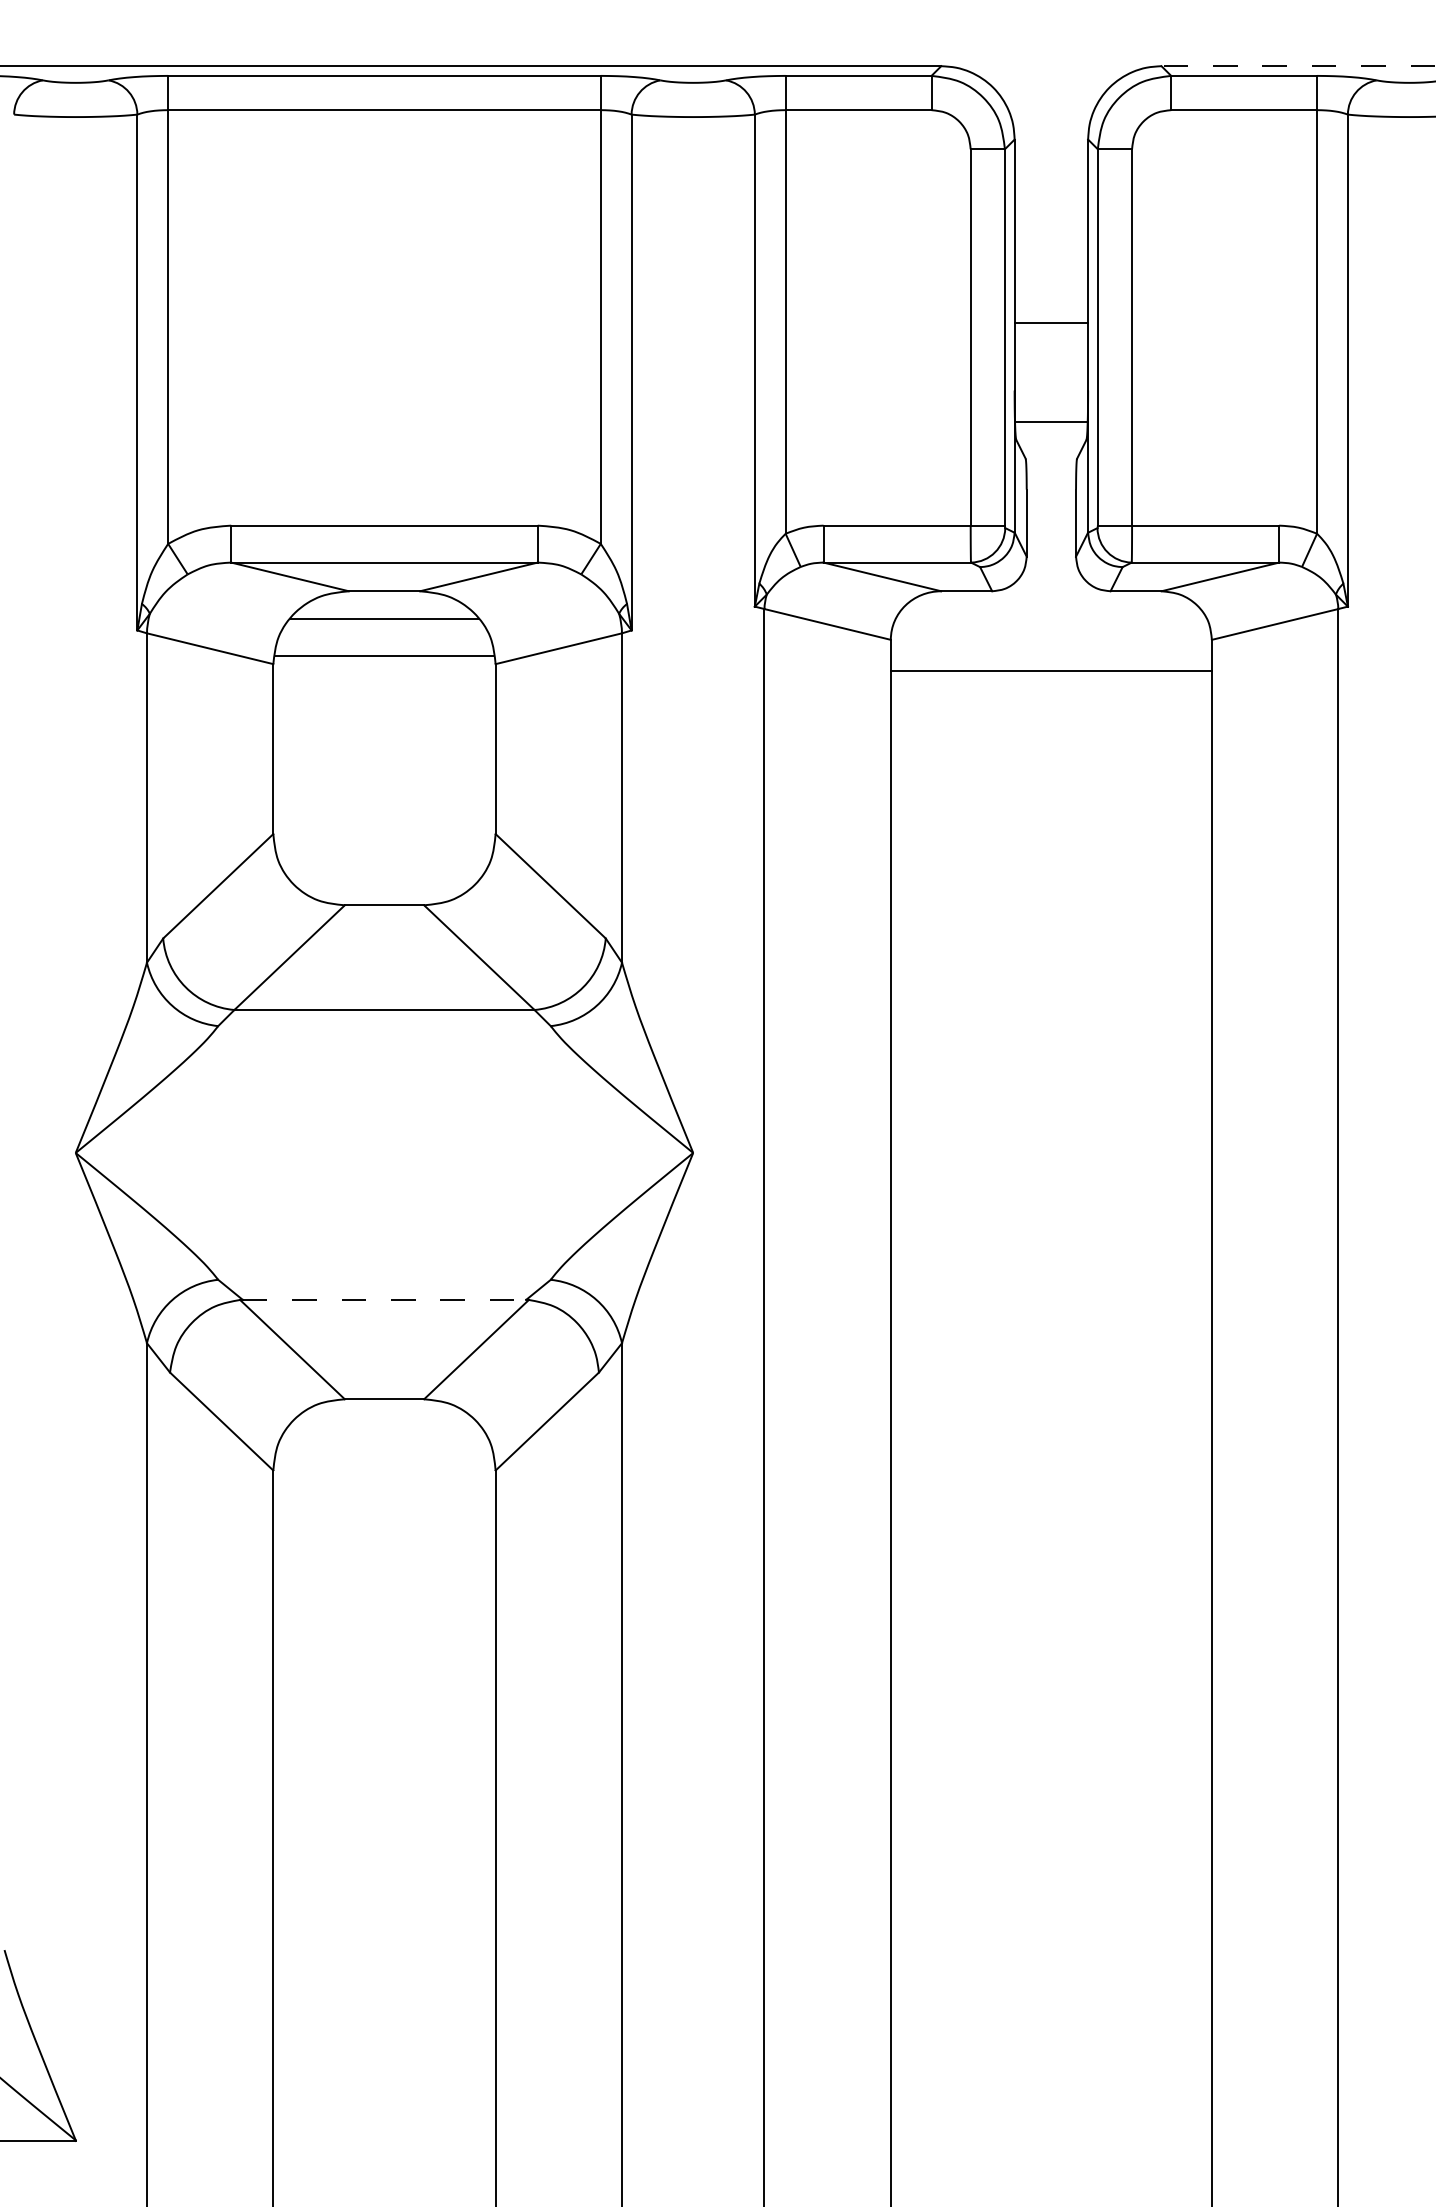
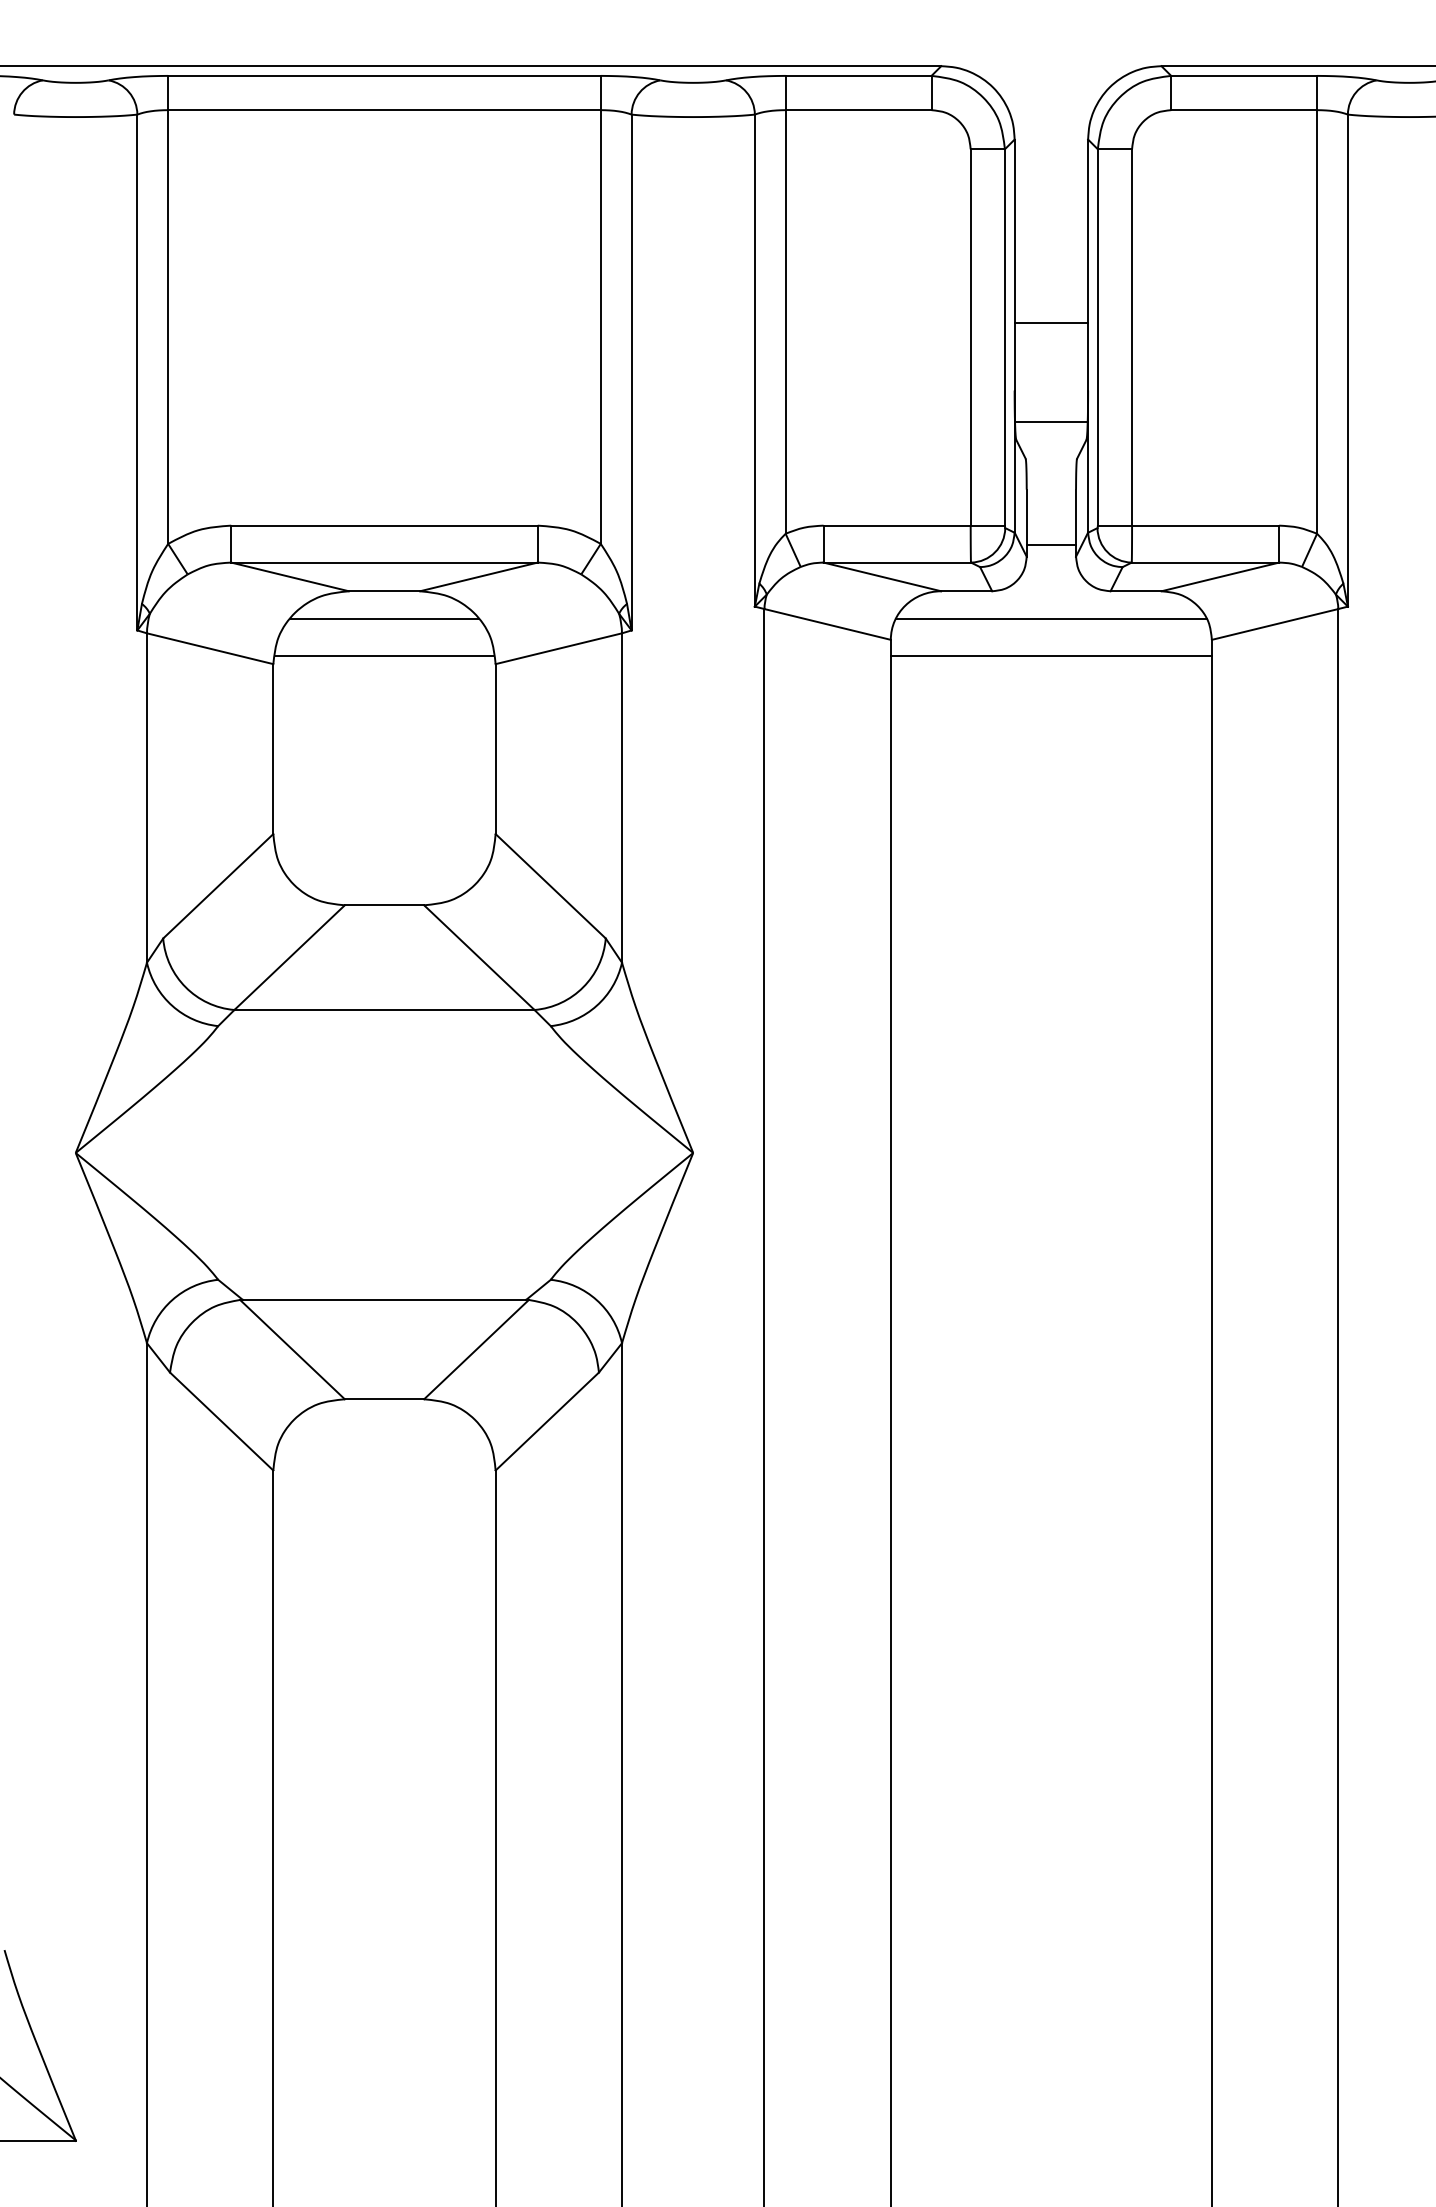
line at (1298, 66): dashed -> solid
line at (1051, 545): none -> present
line at (1051, 619): none -> present
line at (1050, 671) position: (1050, 671) -> (1050, 656)
line at (384, 1299): dashed -> solid
